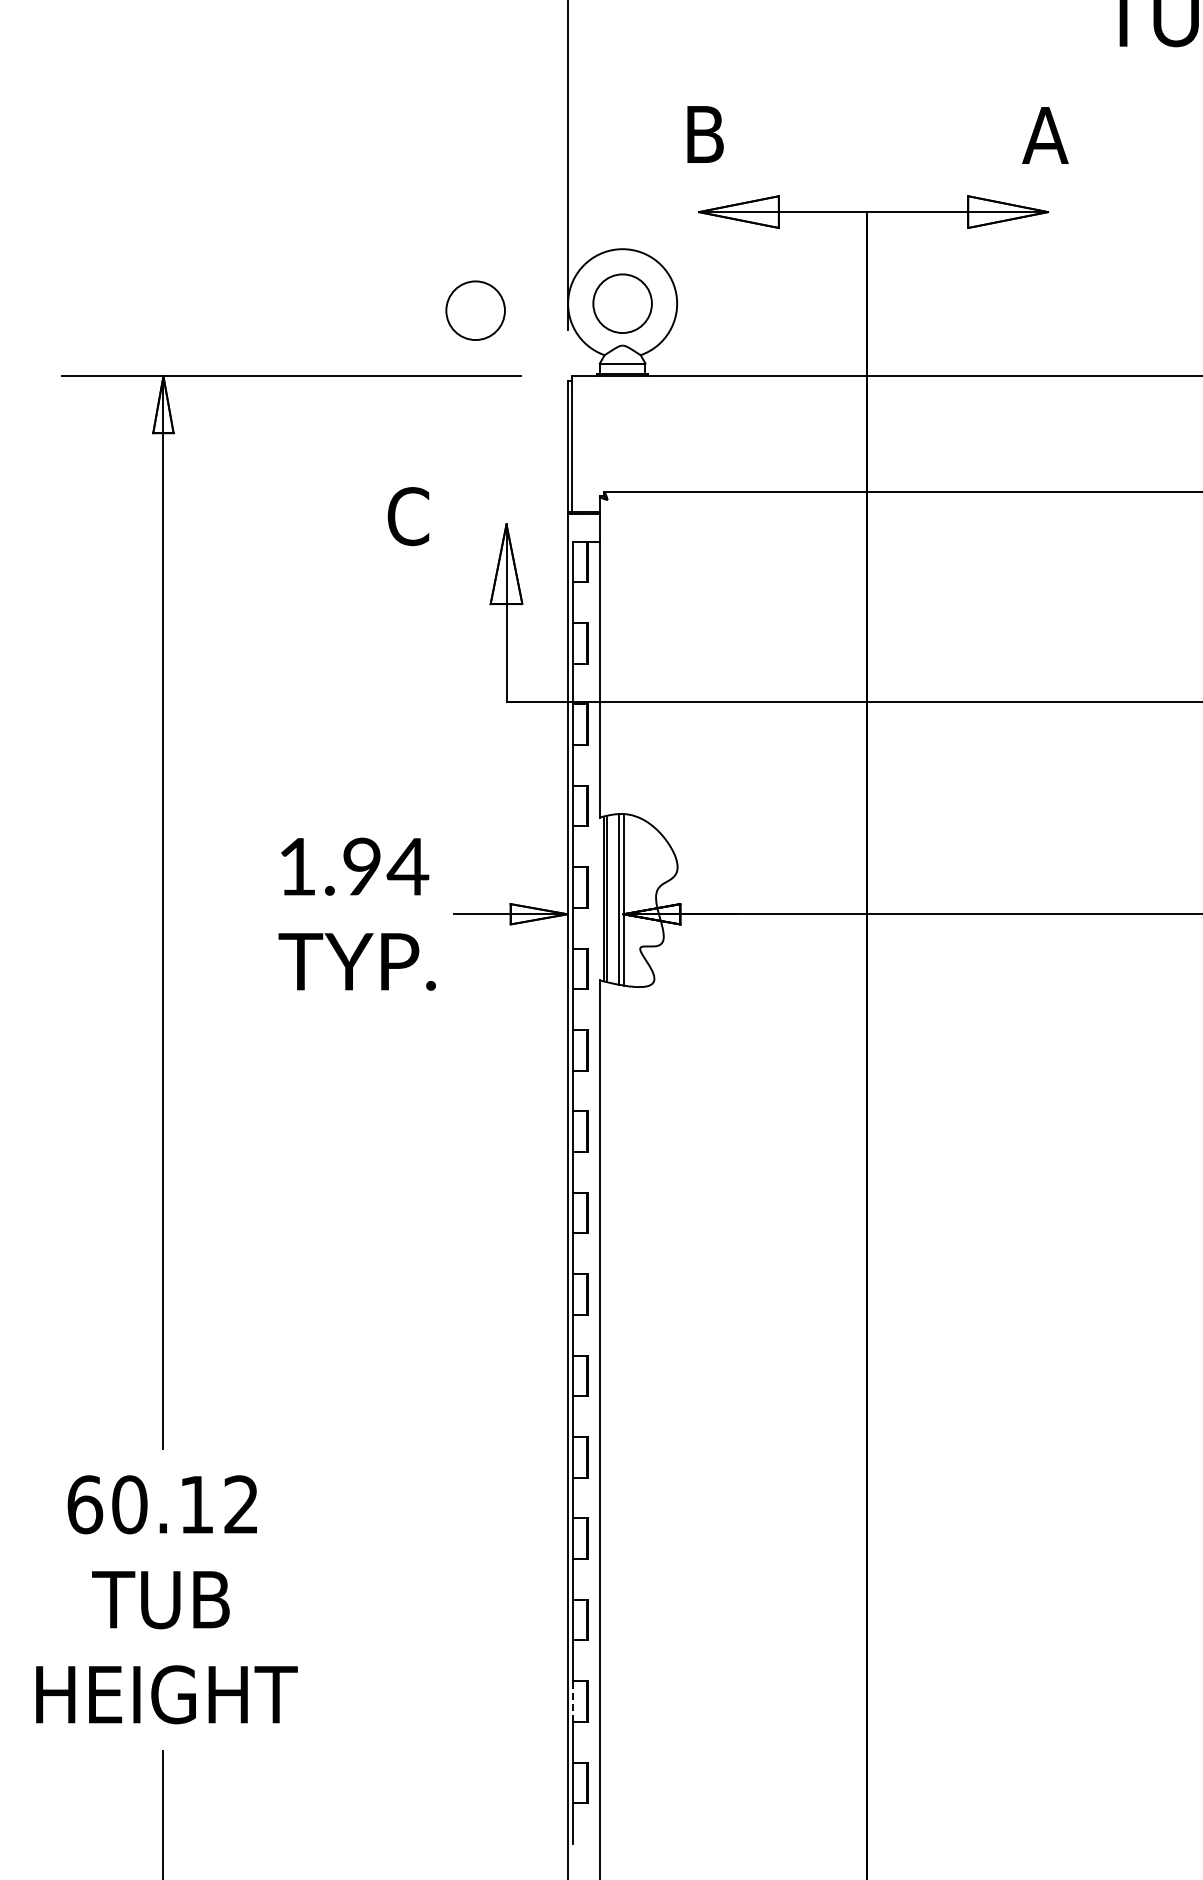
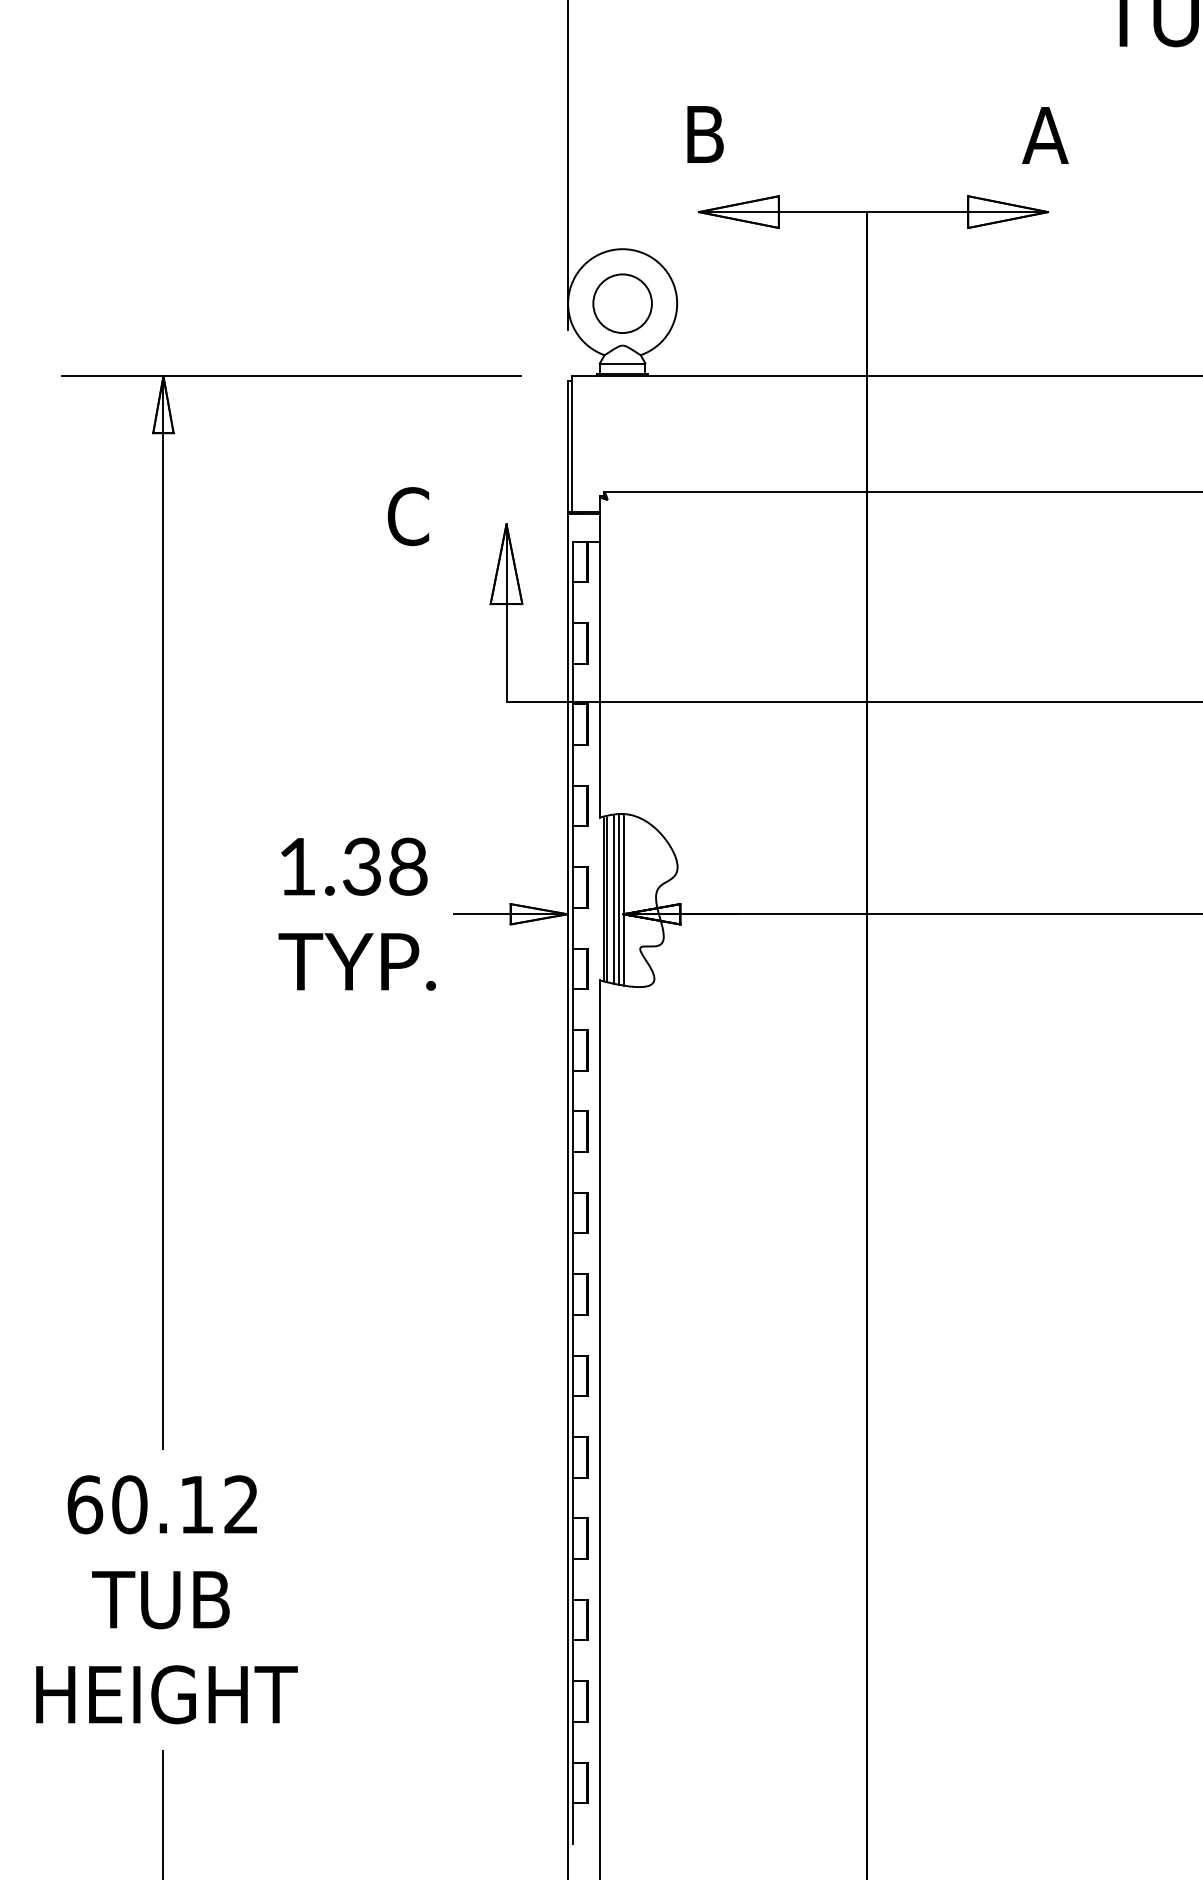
circle at (475, 310): present -> none
text at (386, 866): 1.94 -> 1.38
line at (613, 898): none -> present
line at (573, 1701): dashed -> solid
